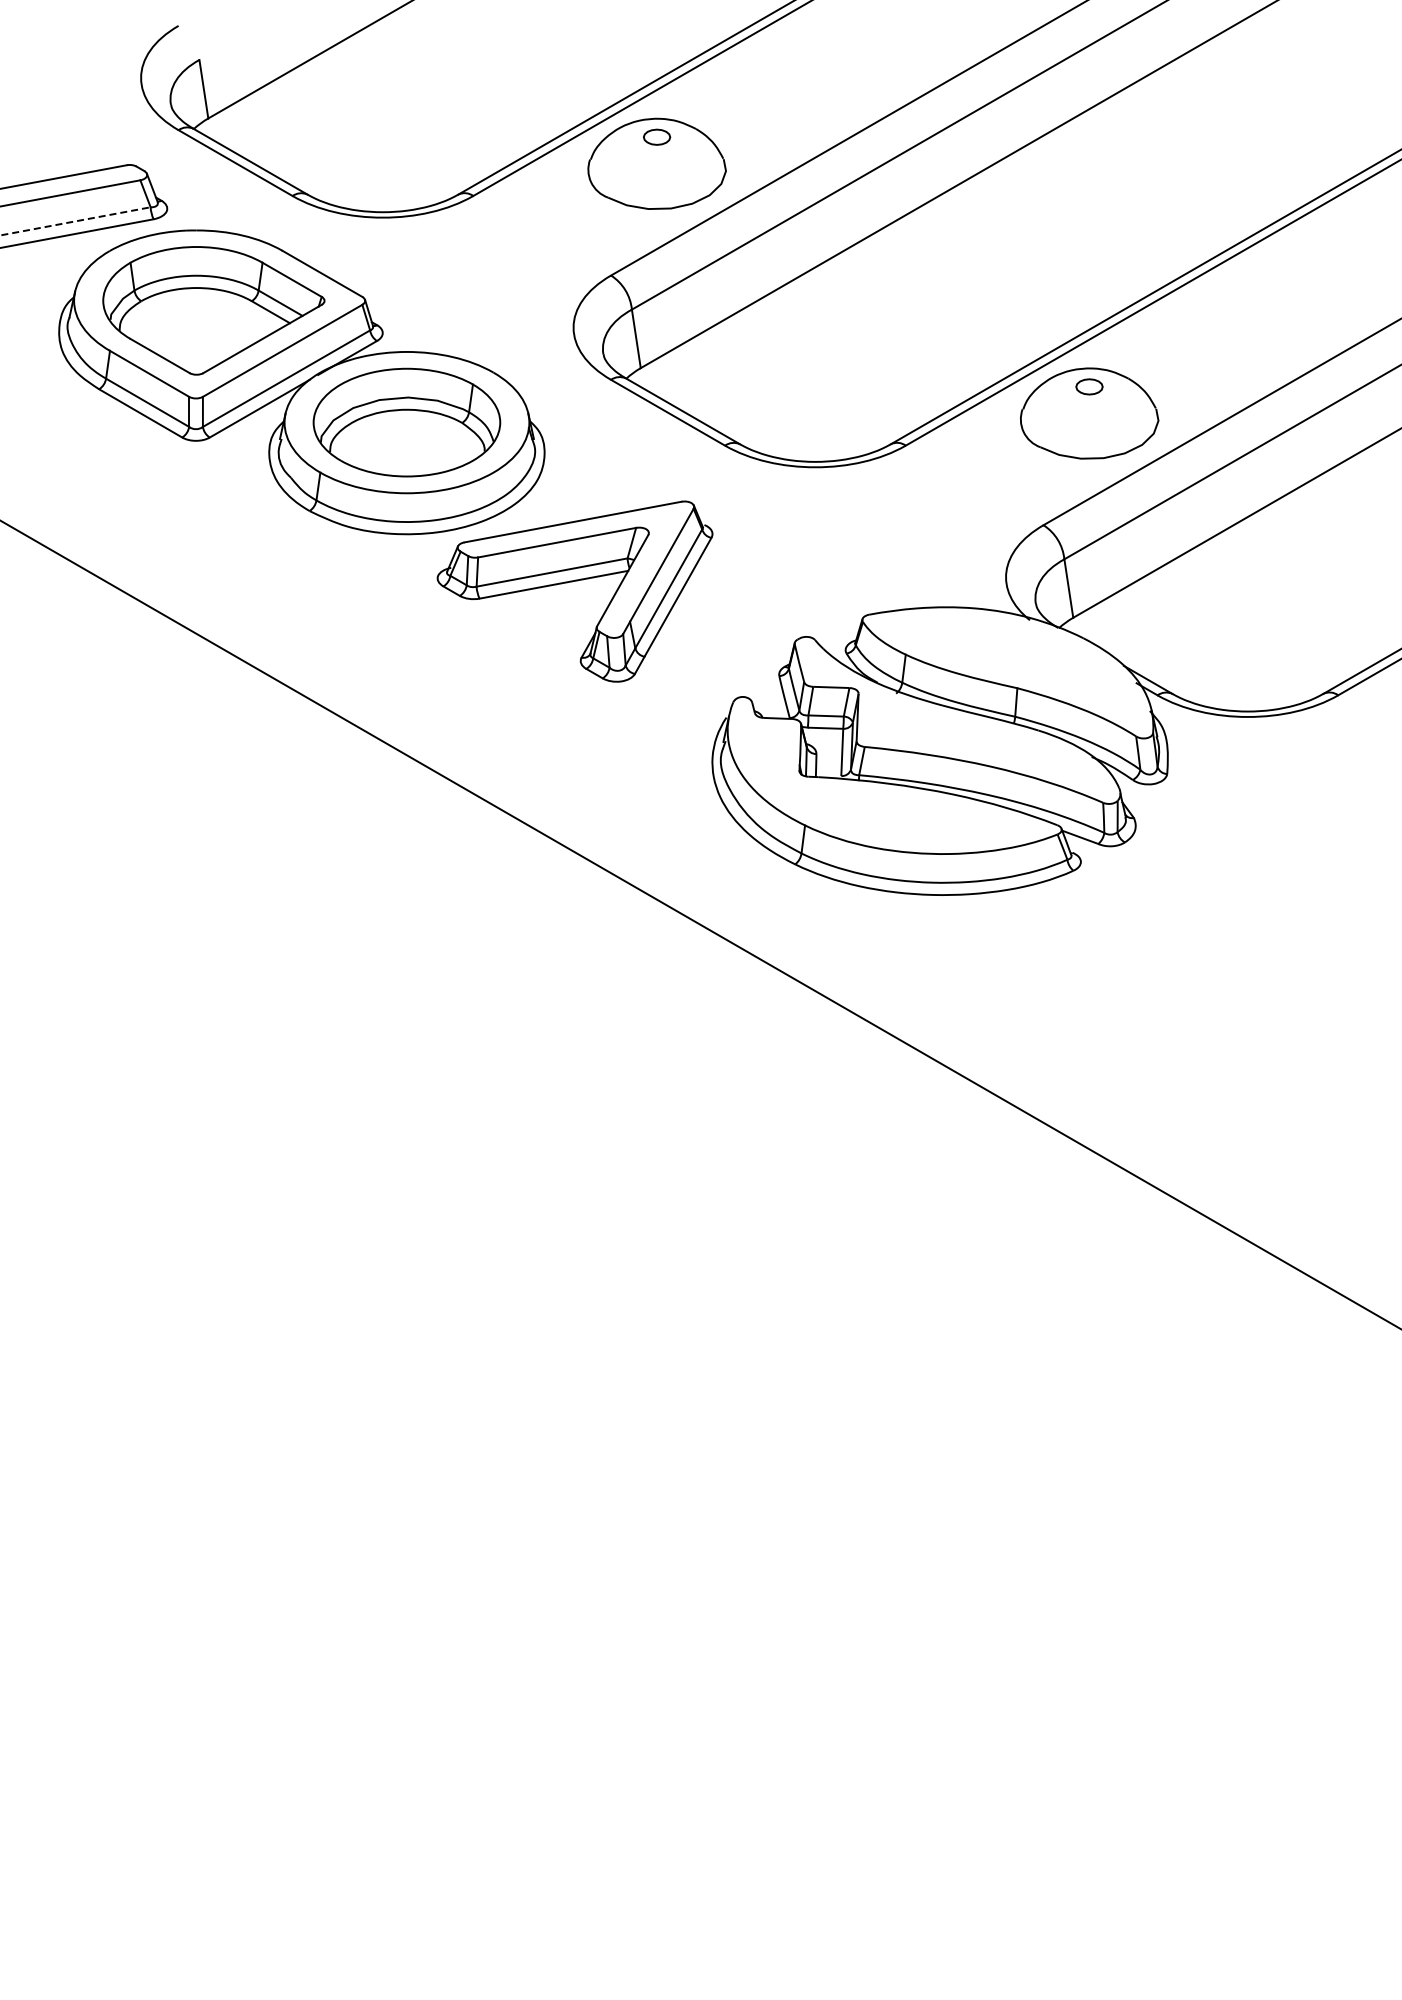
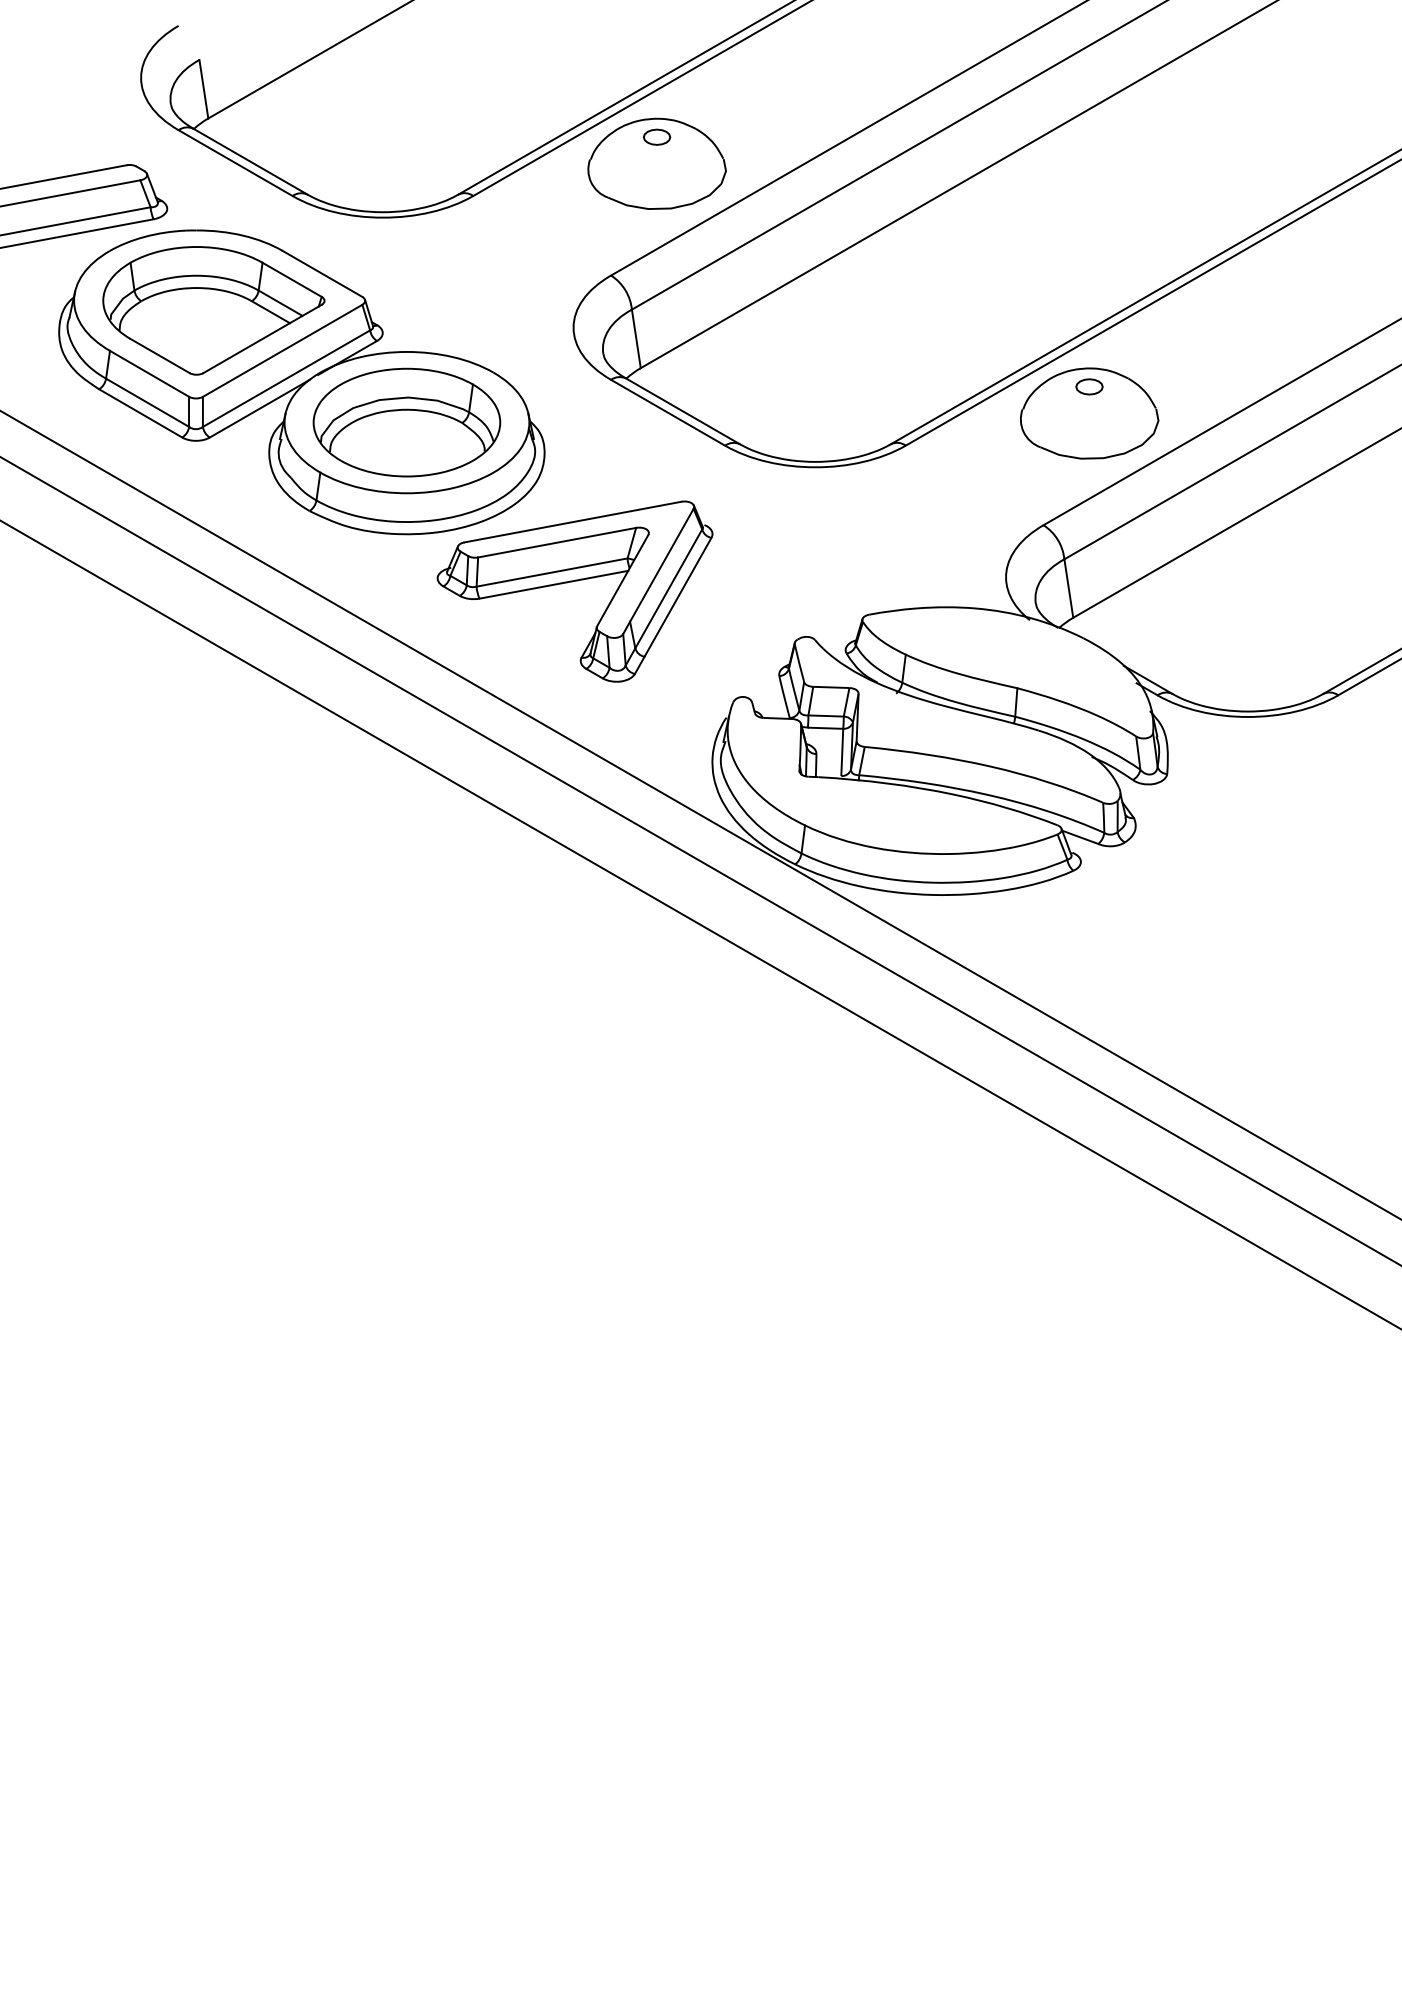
line at (76, 221): dashed -> solid
line at (700, 814): none -> present
line at (700, 861): none -> present
